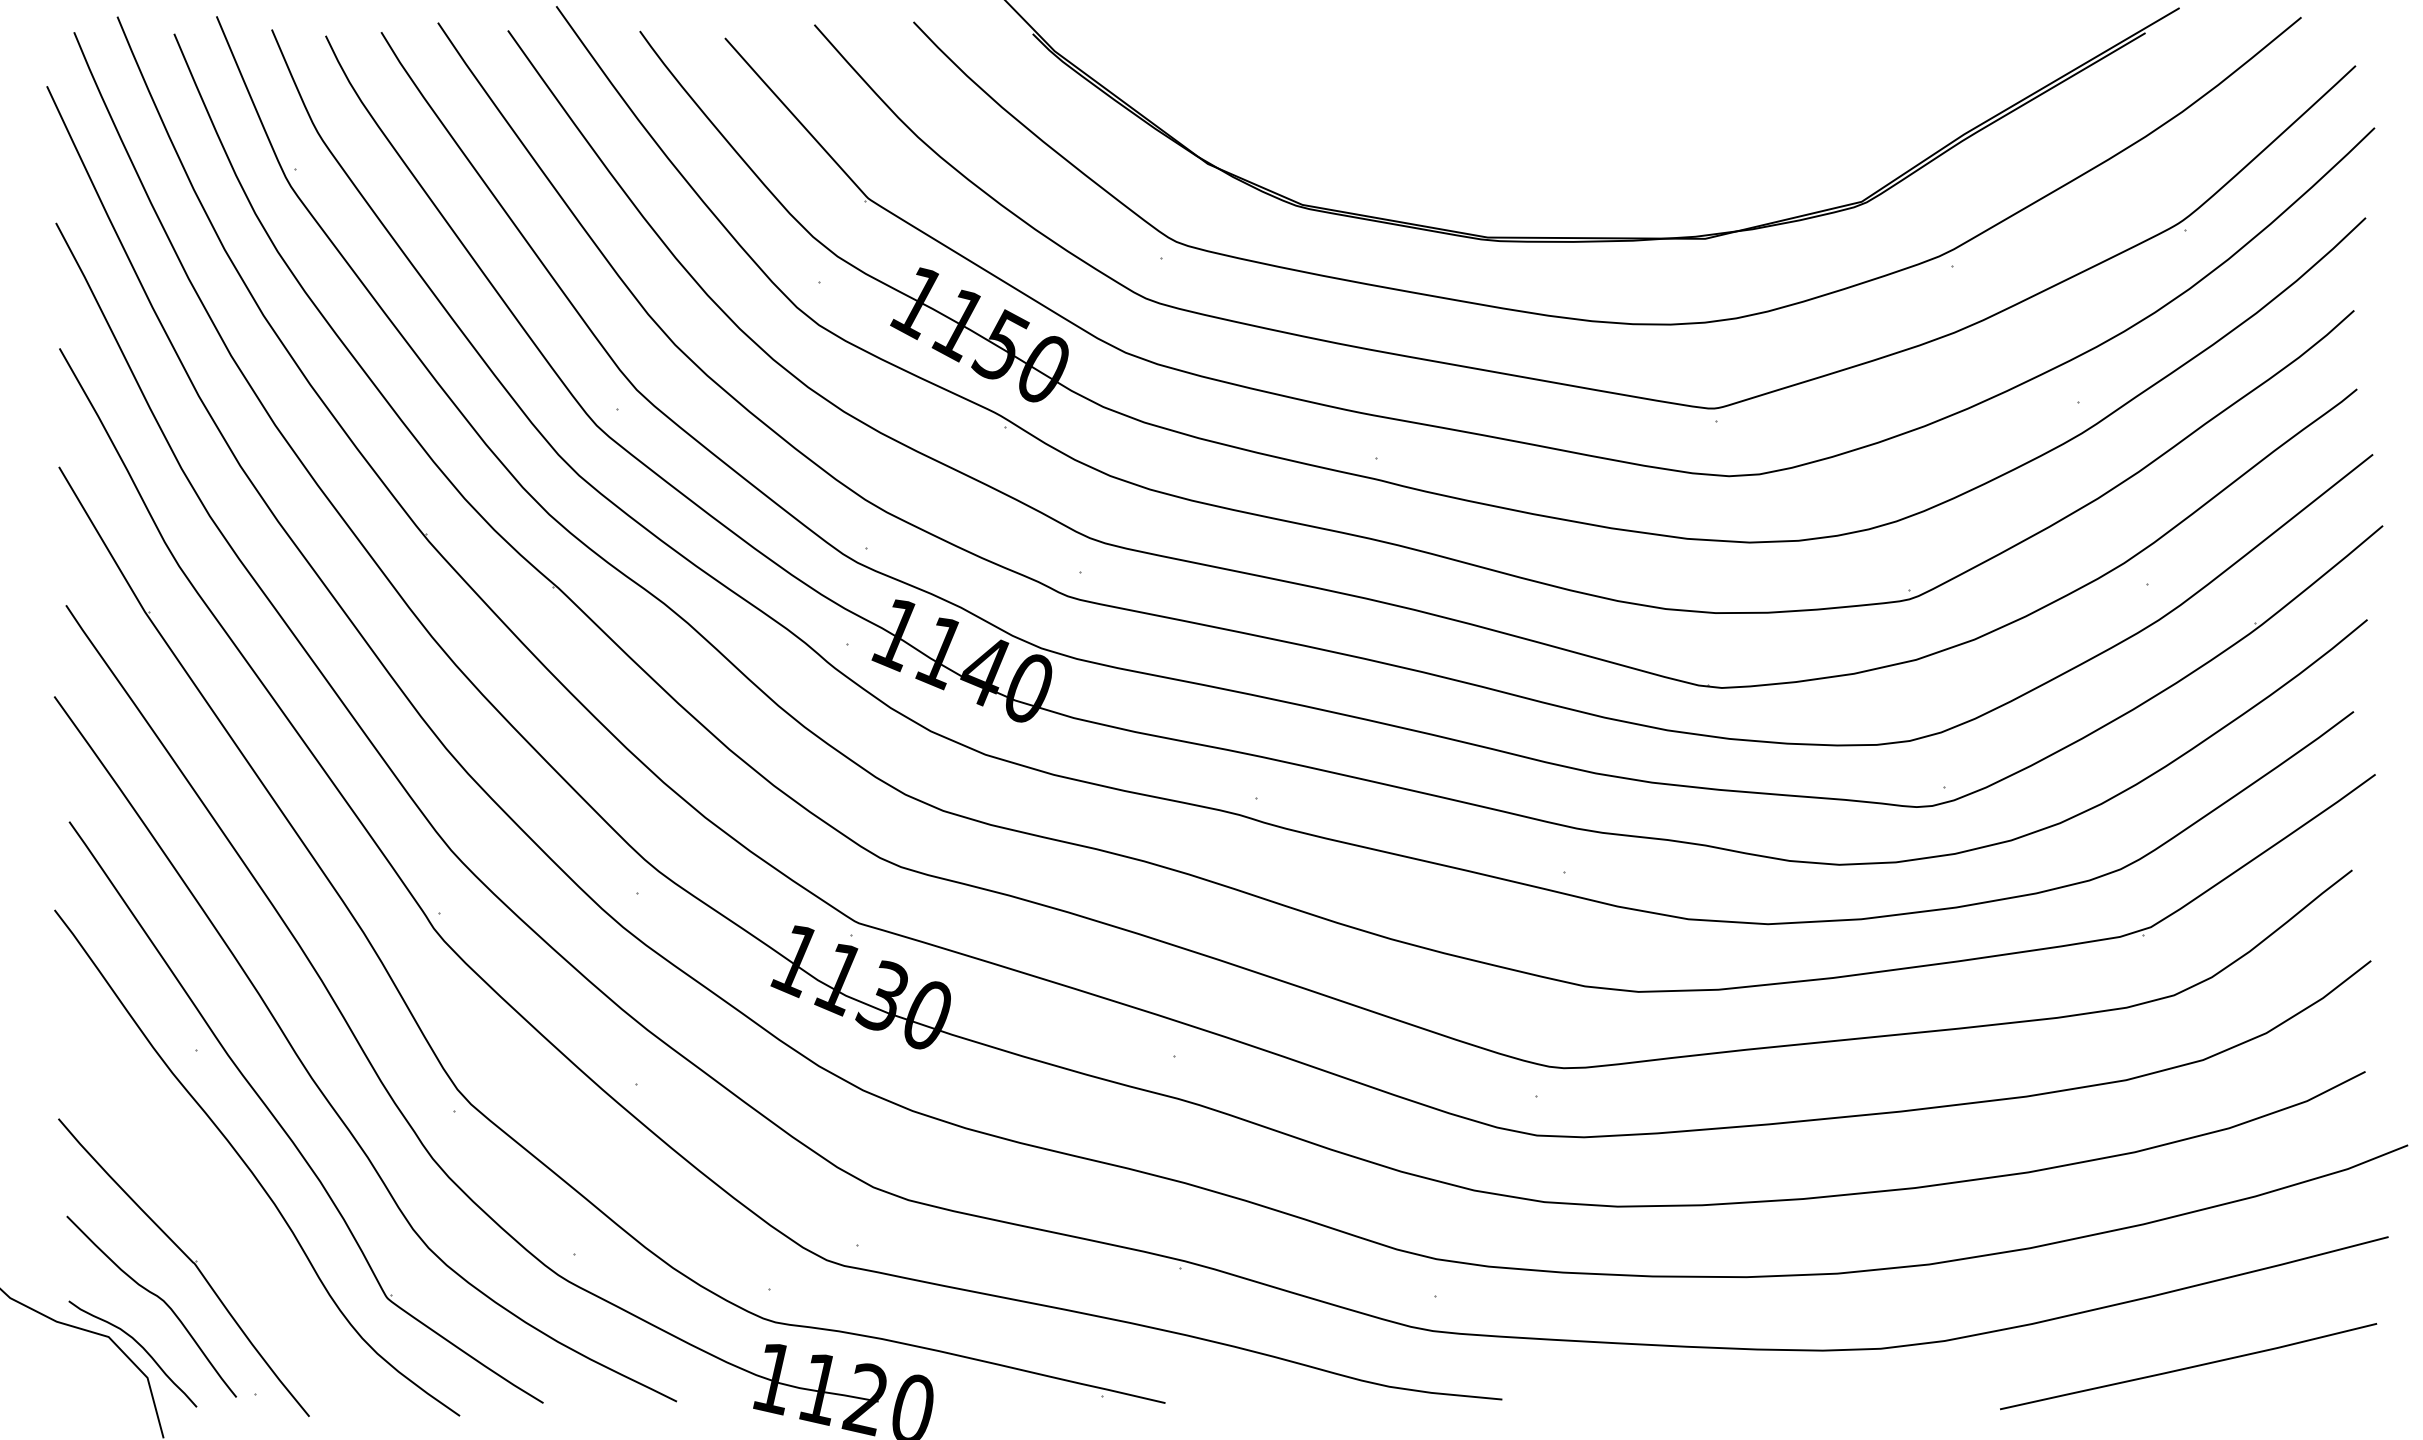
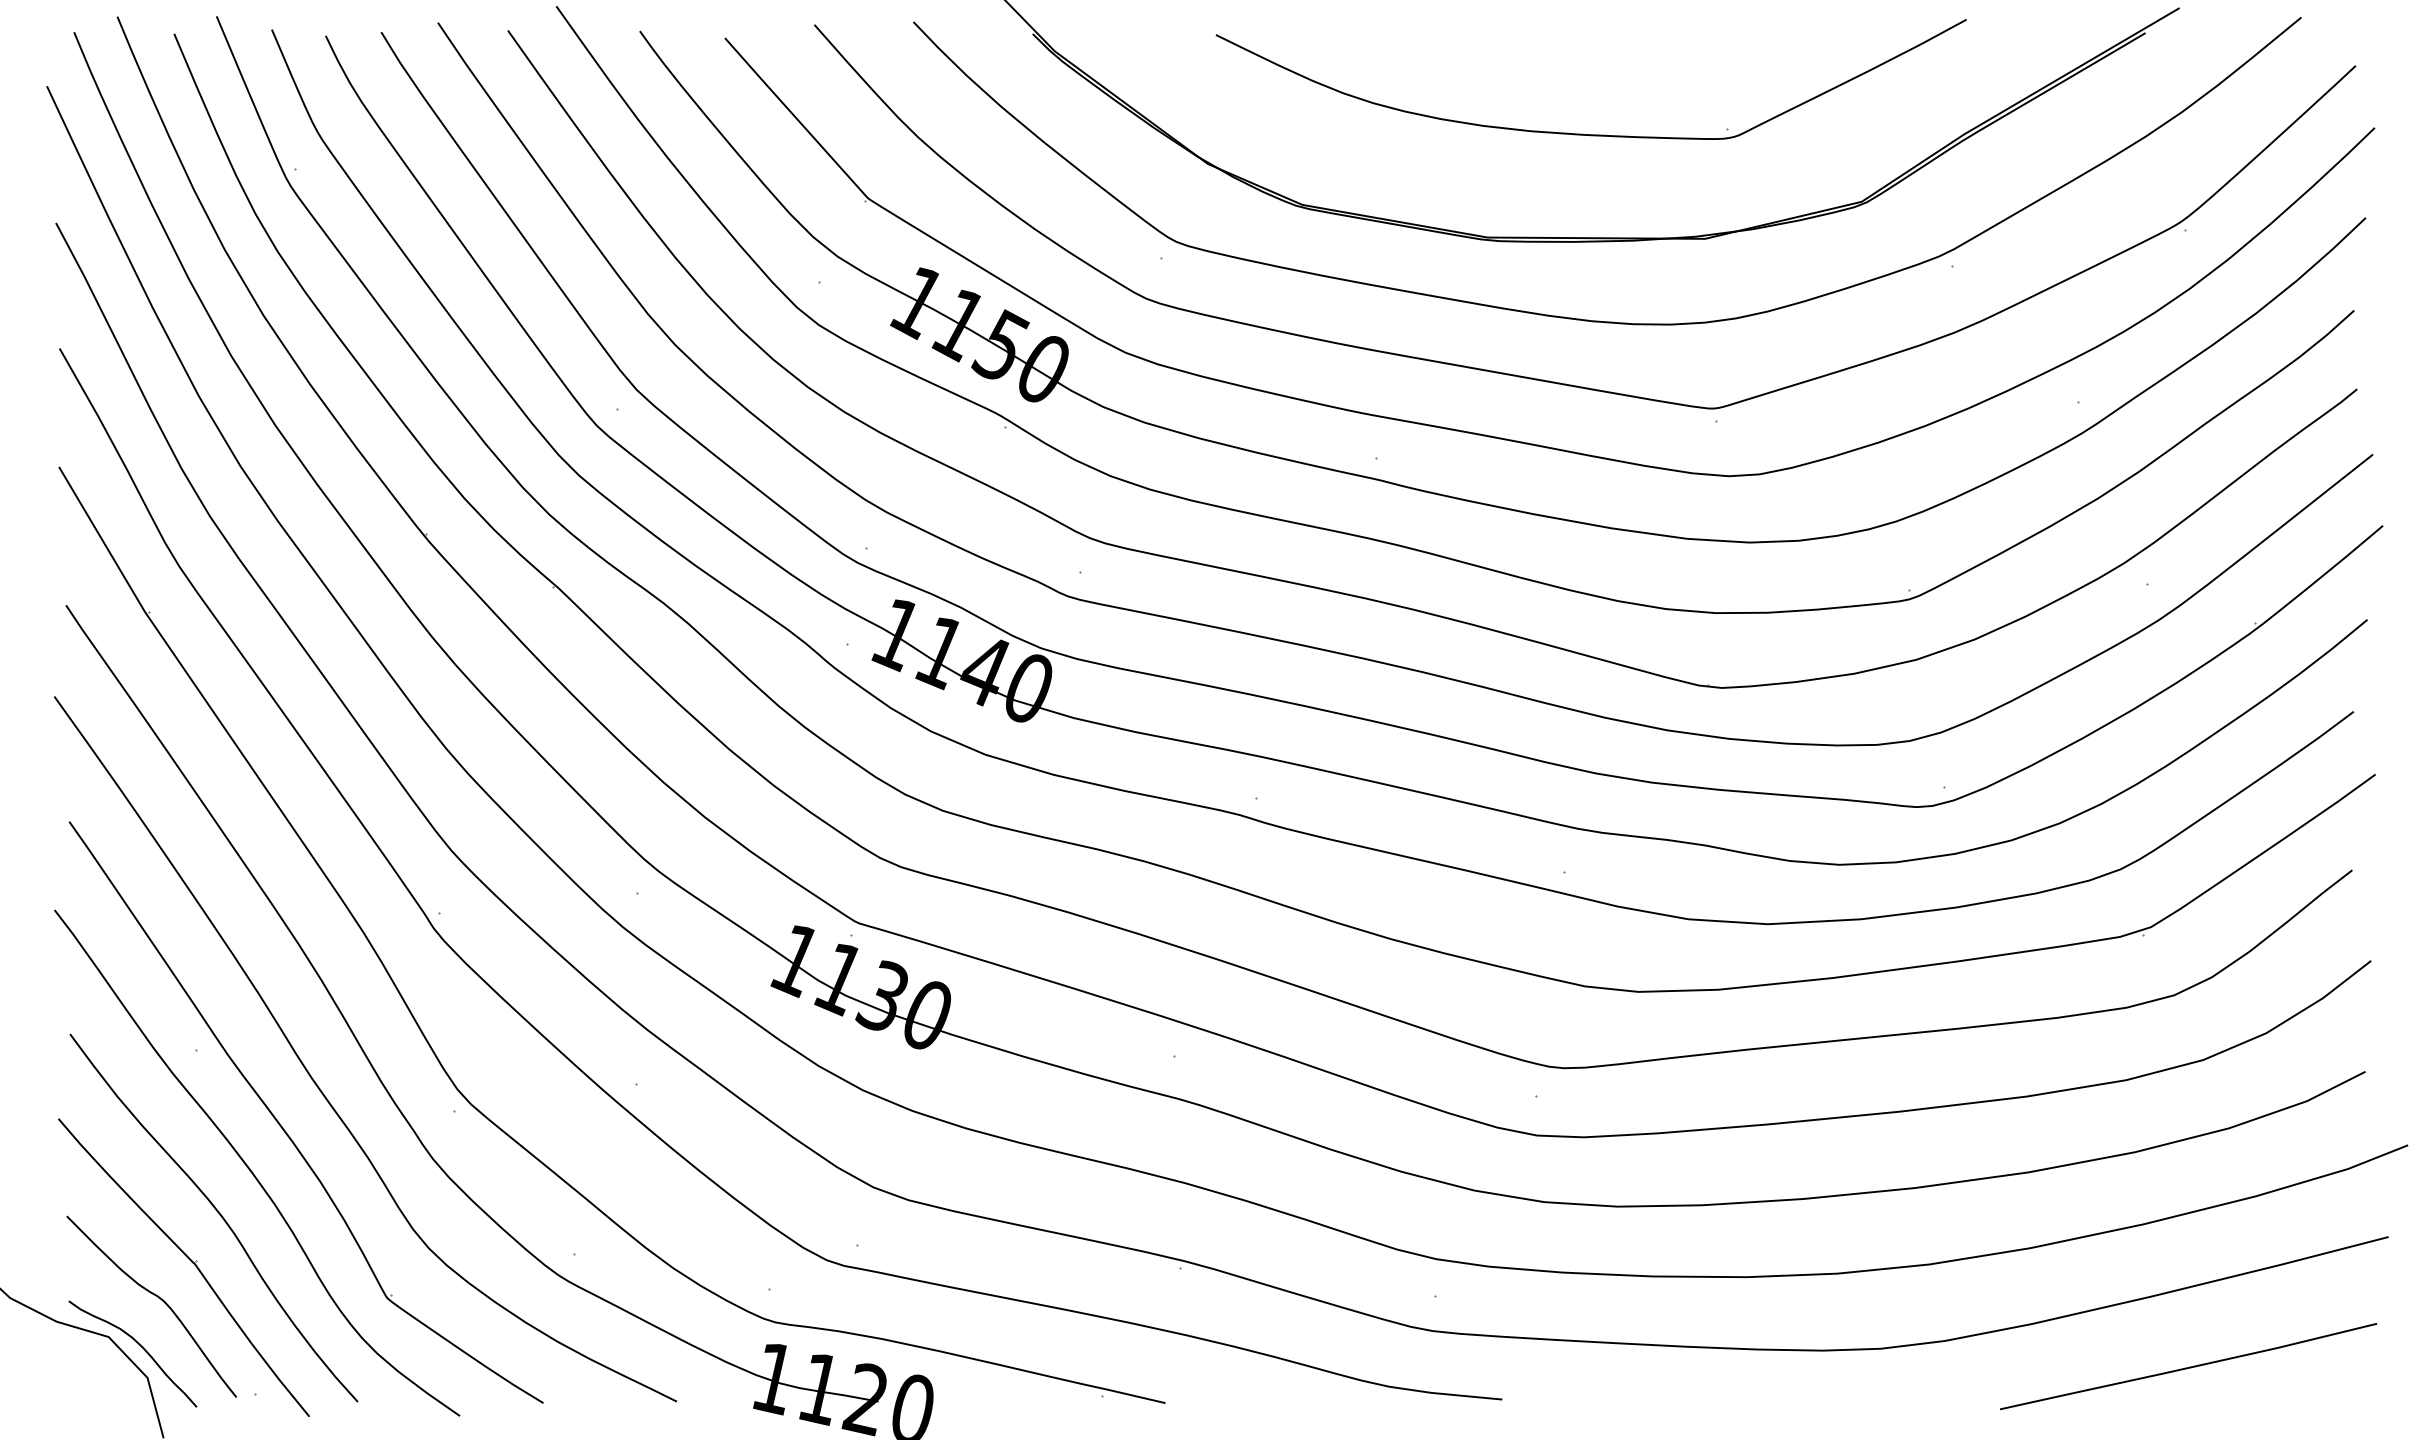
part at (1582, 133): none -> present
curve at (219, 1215): none -> present
